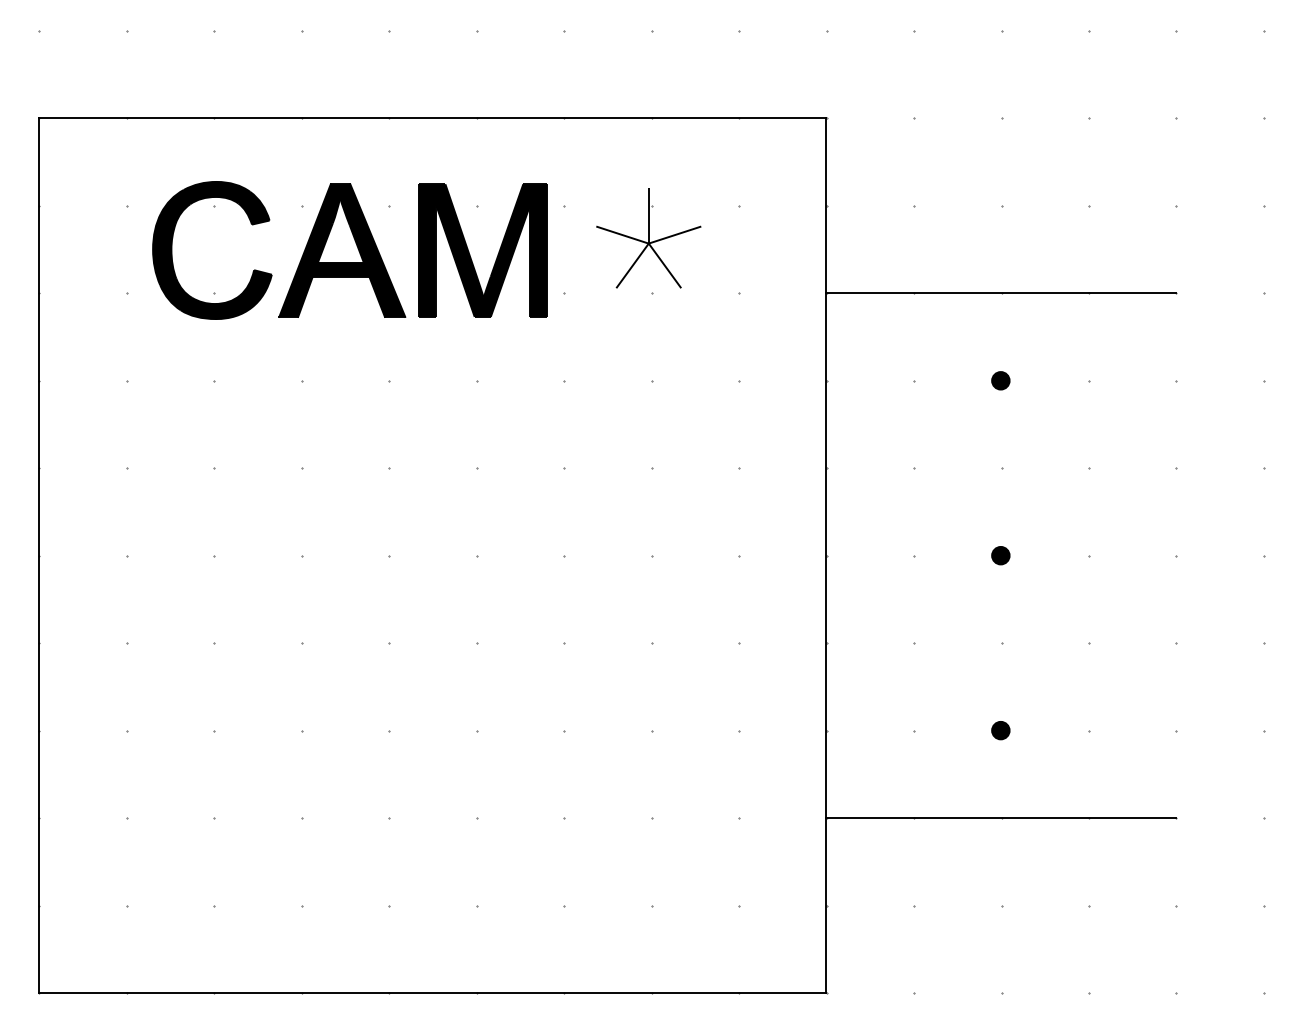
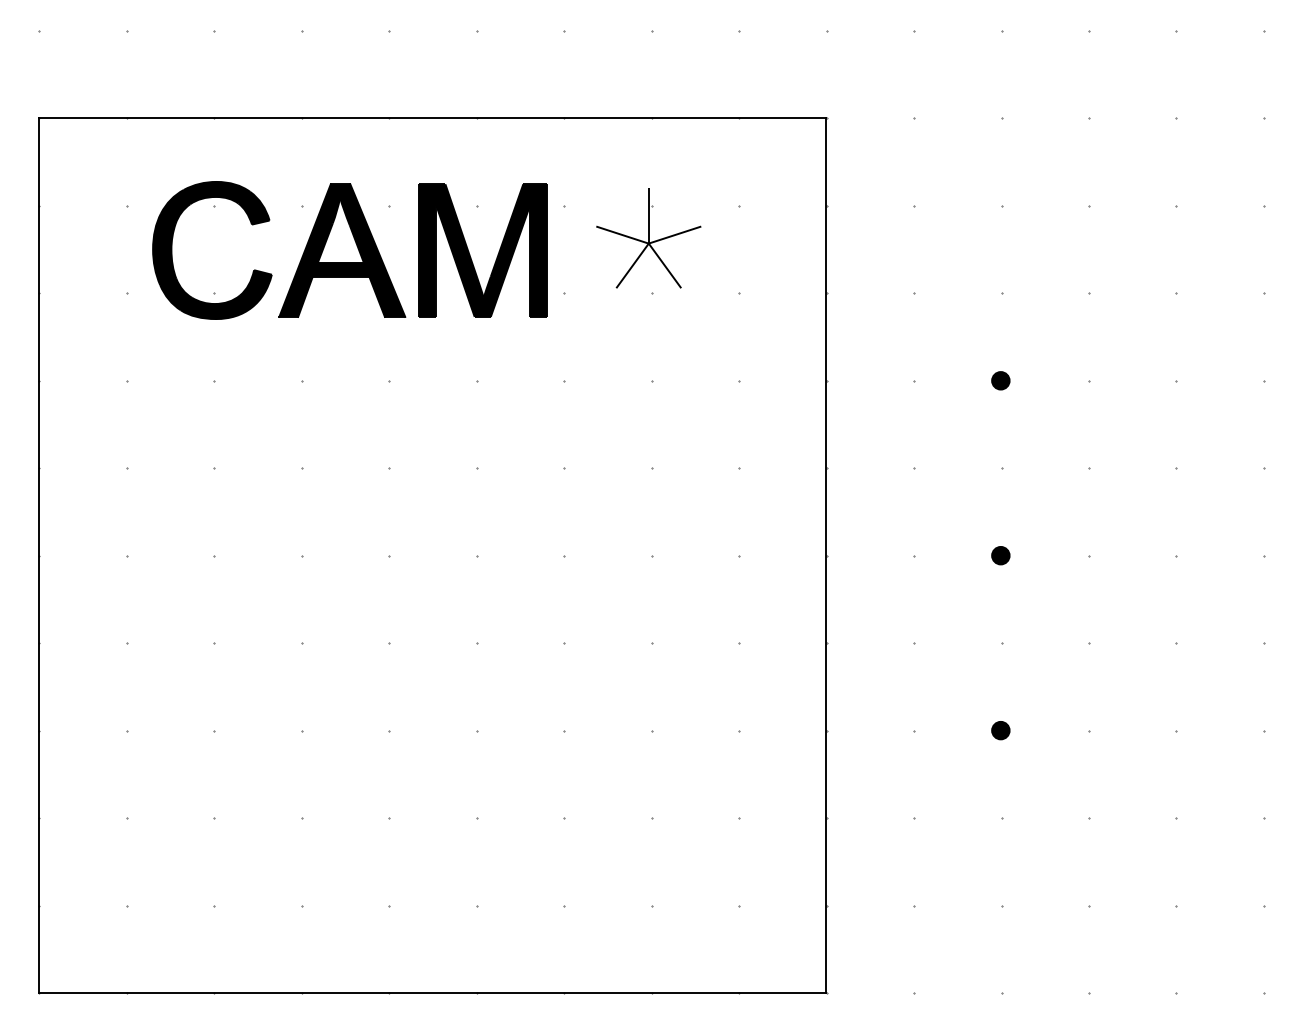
line at (1000, 293): present -> none
line at (1000, 818): present -> none
